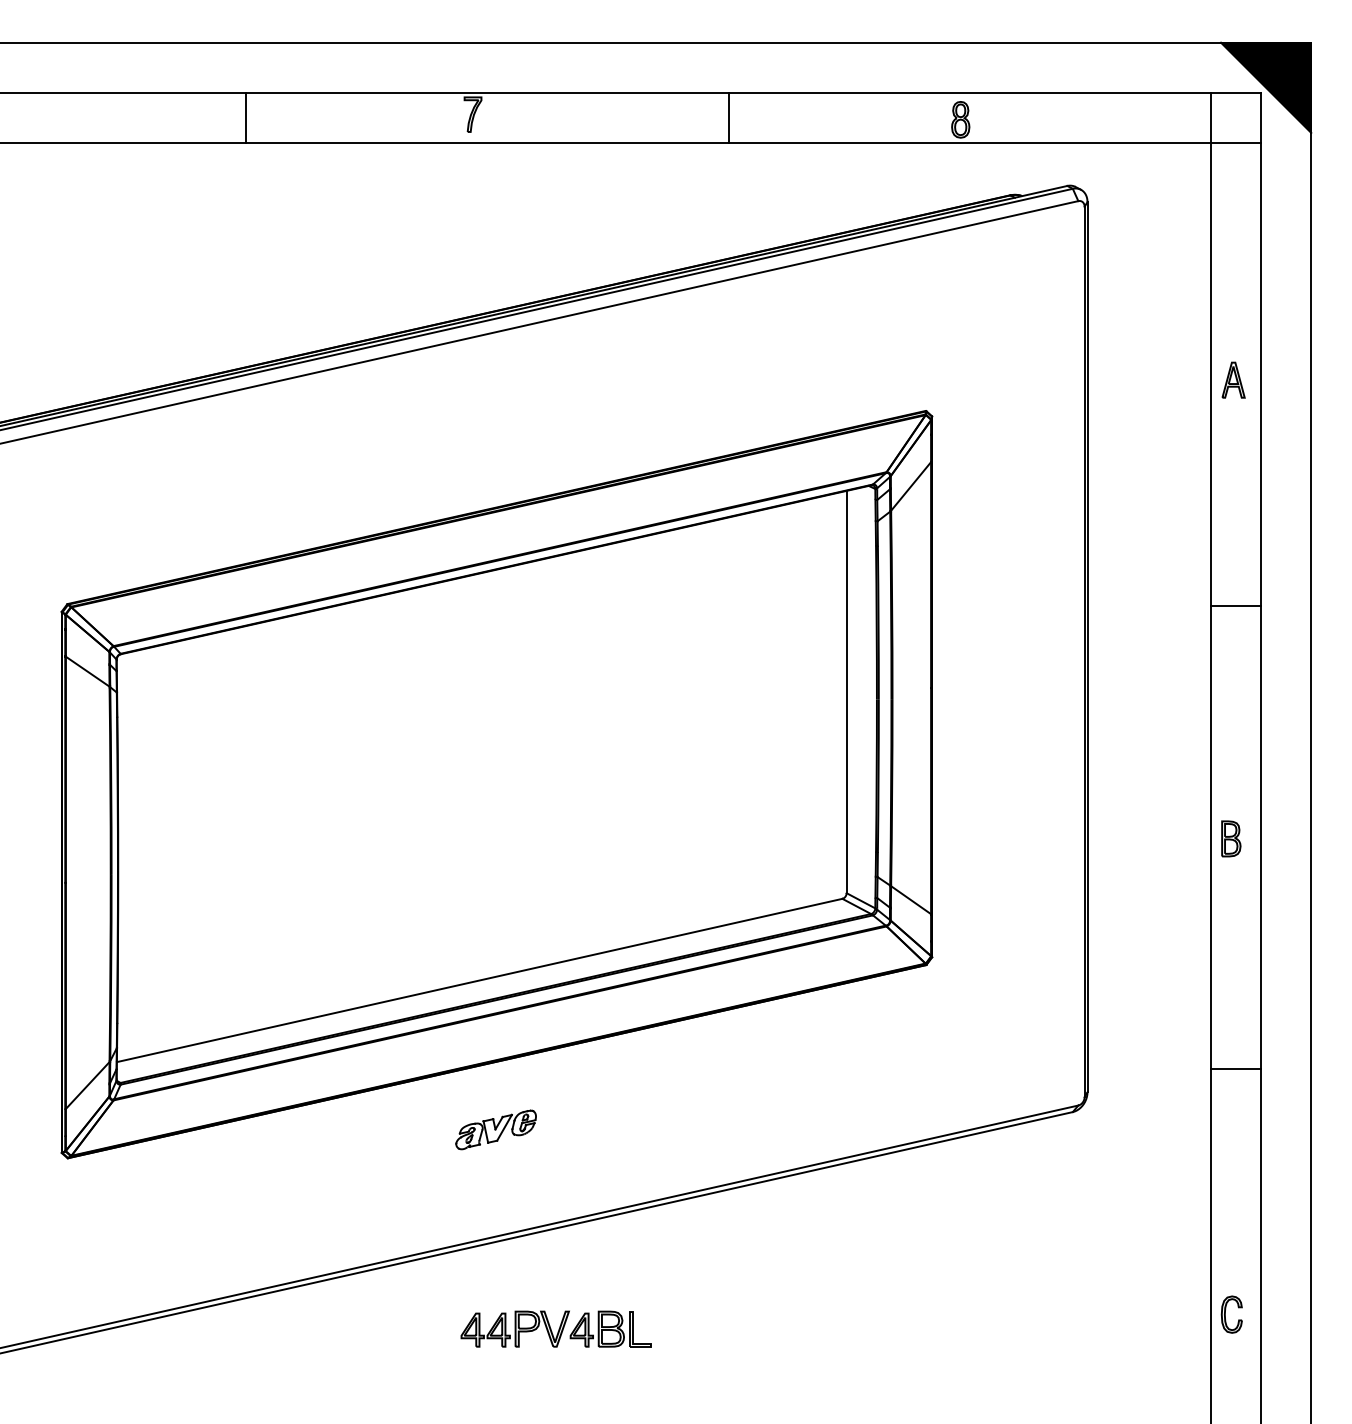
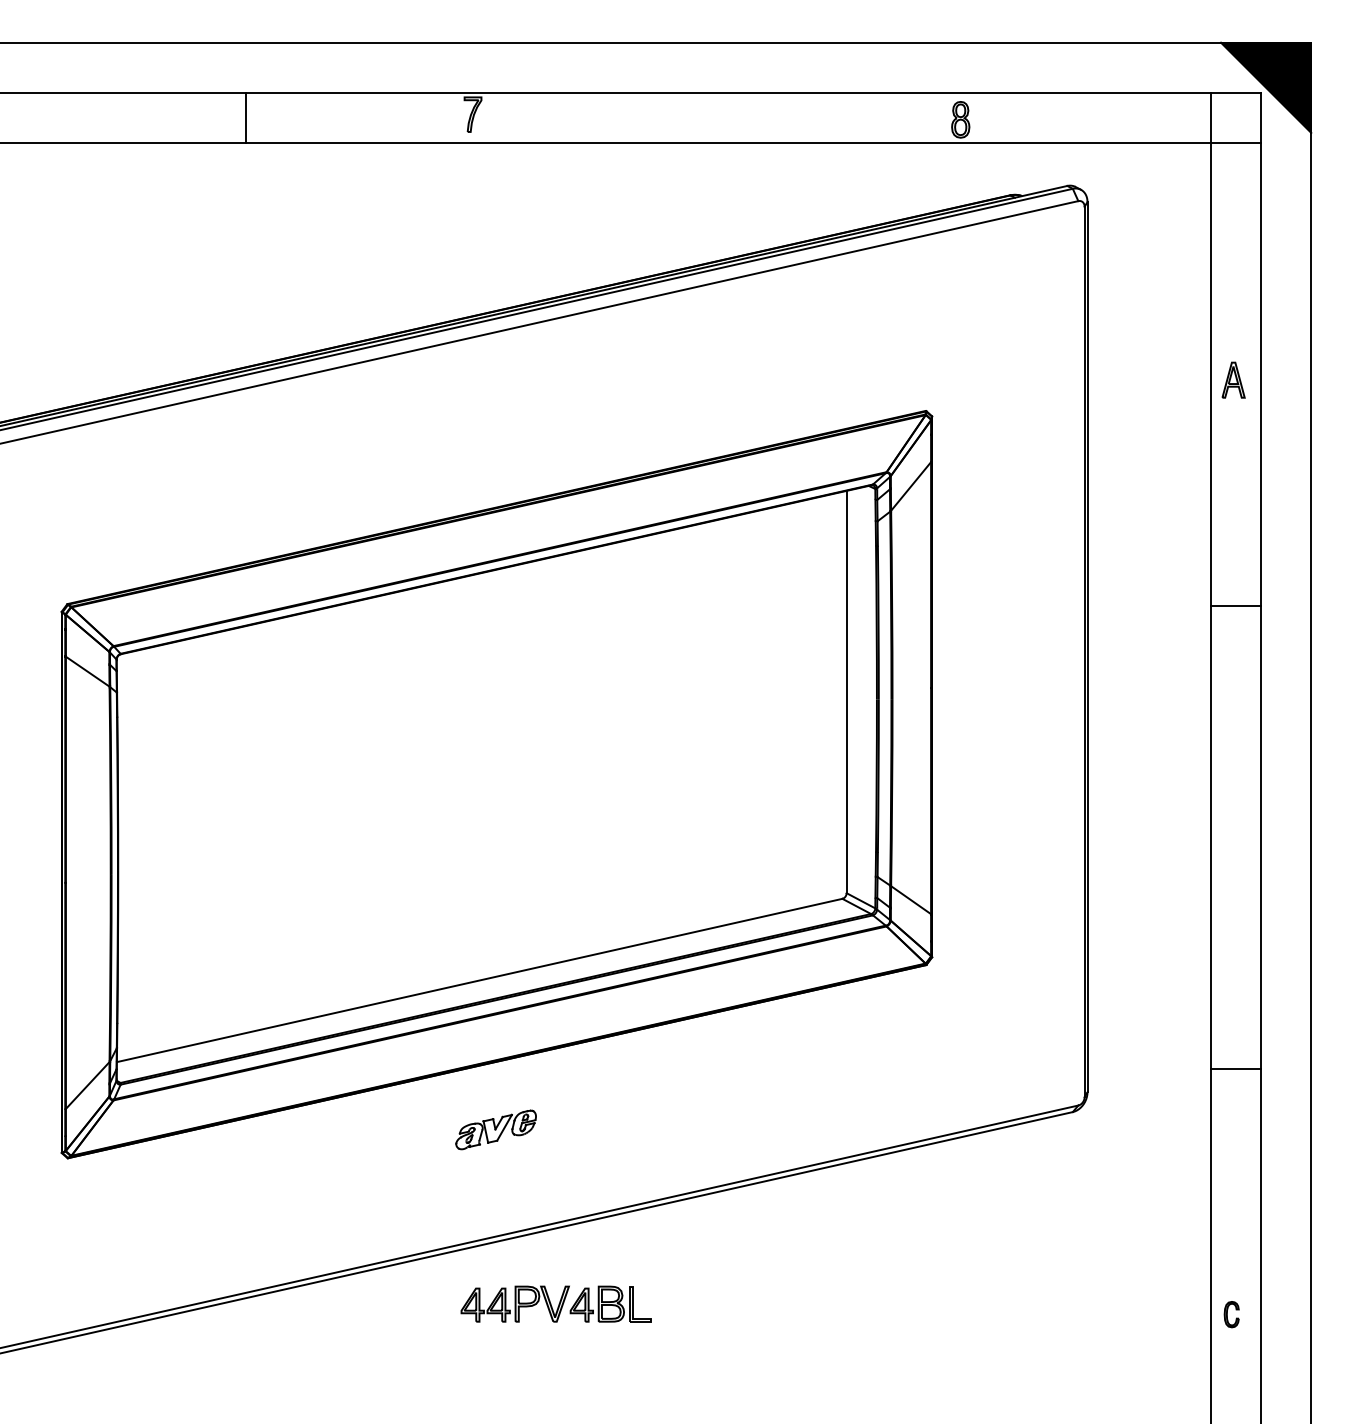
line at (728, 117): present -> none
part at (1231, 838): present -> none
part at (1231, 1314) size: 23x39 px -> 17x28 px
part at (555, 1328) position: (555, 1328) -> (555, 1303)
